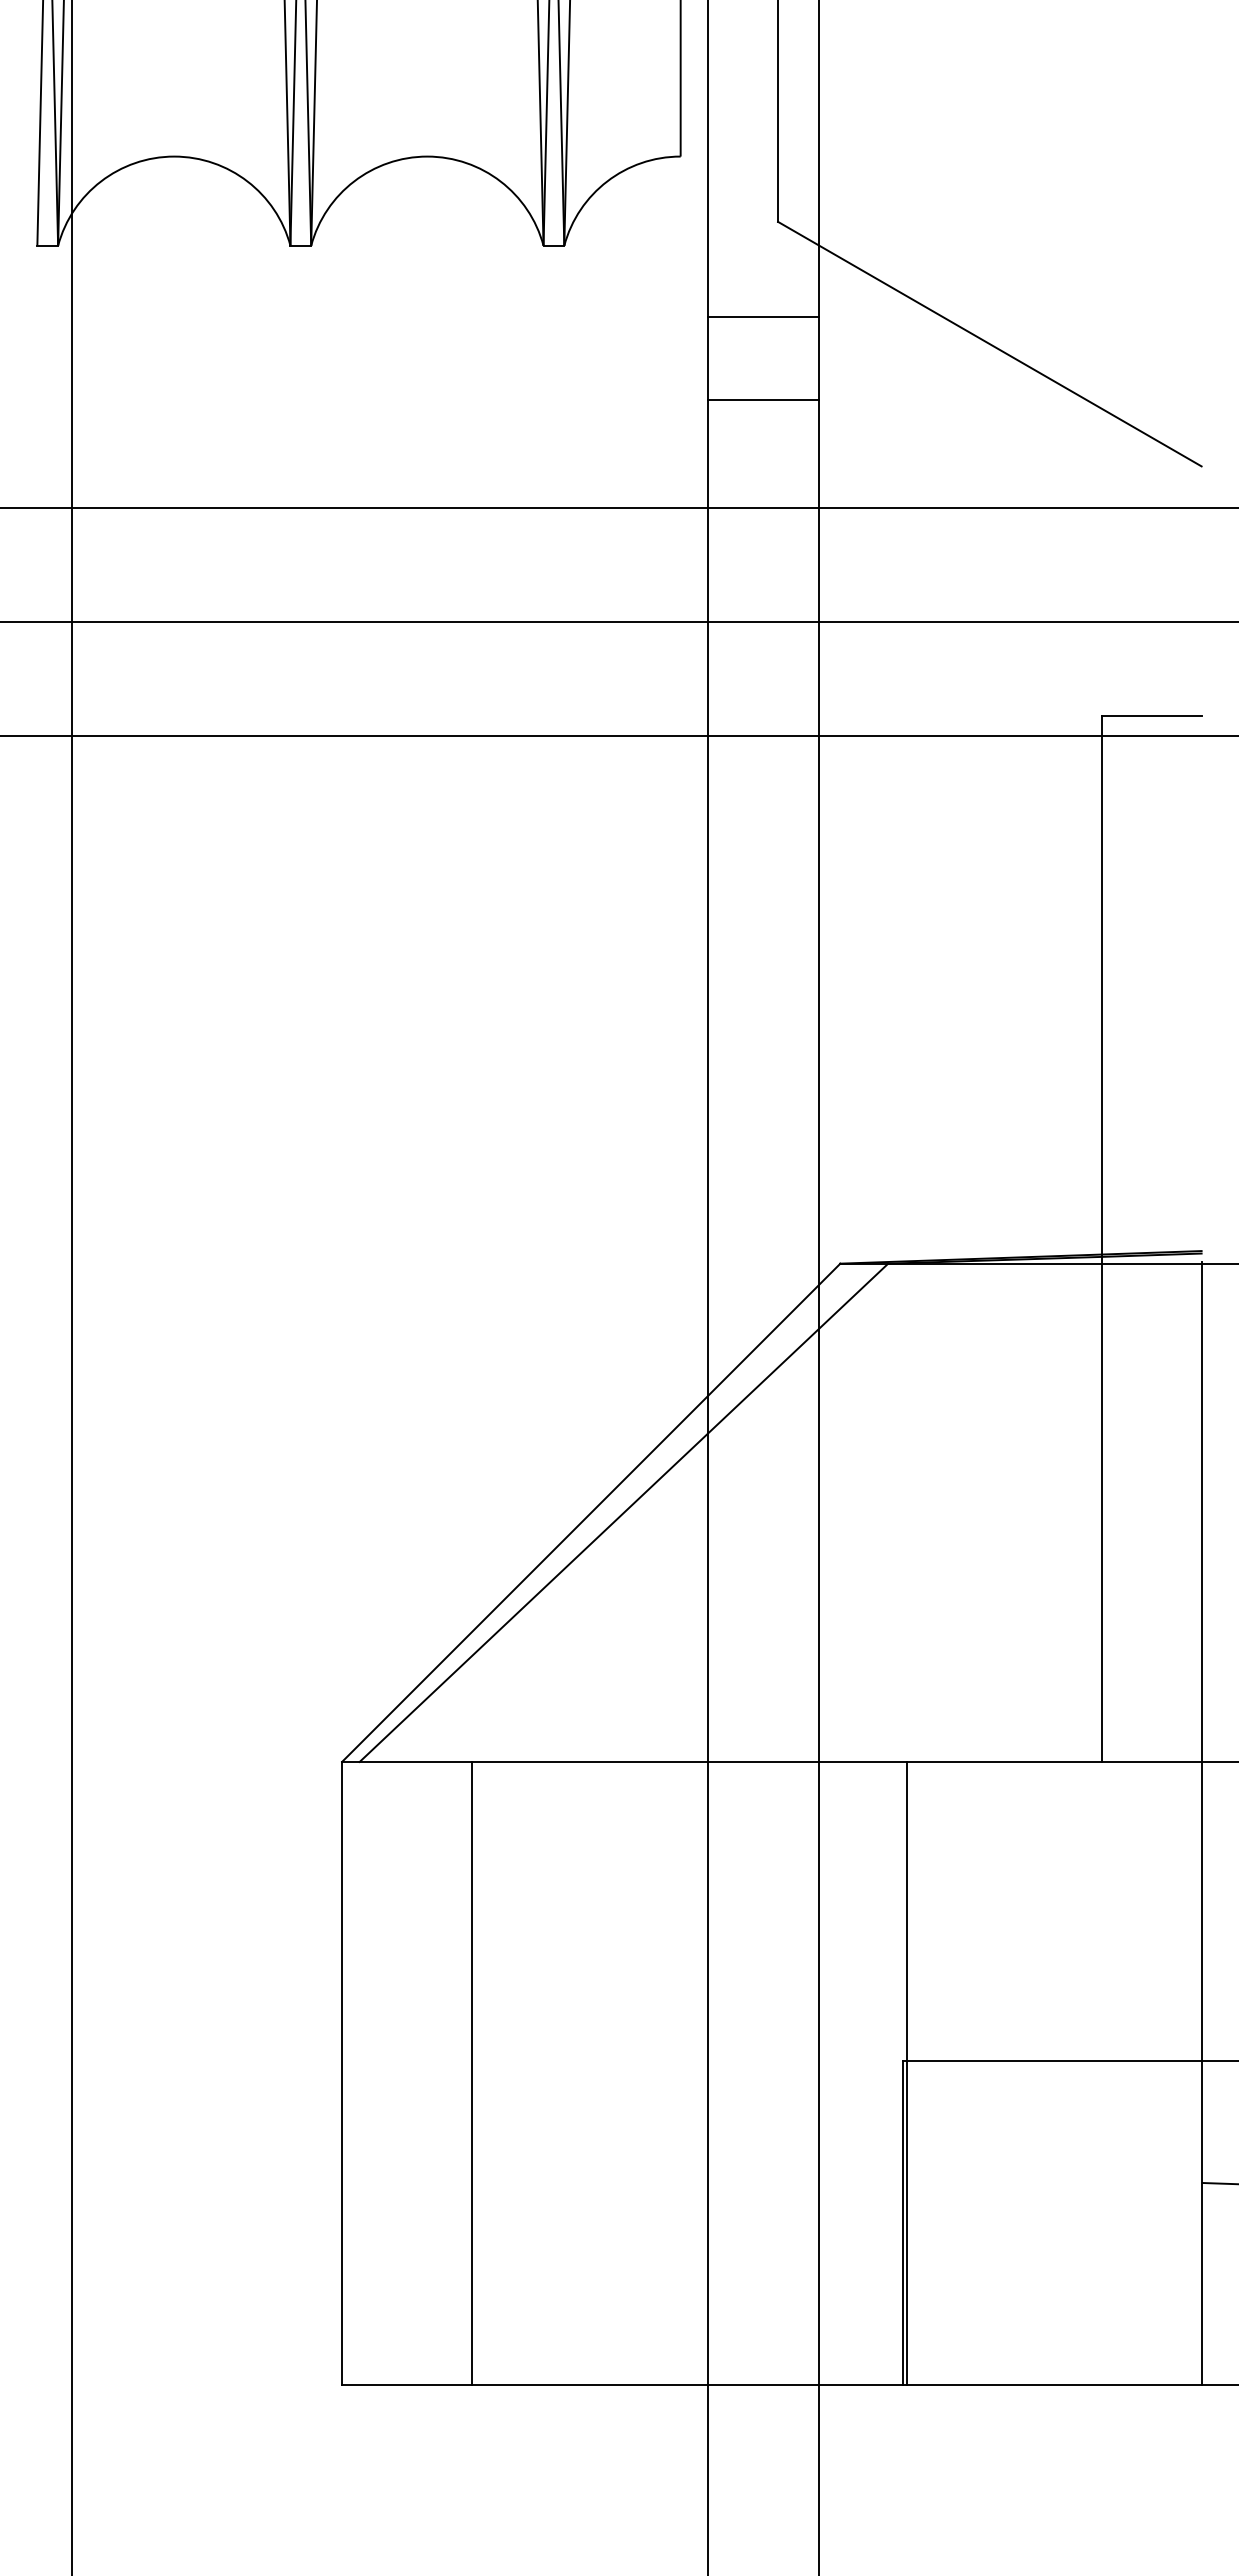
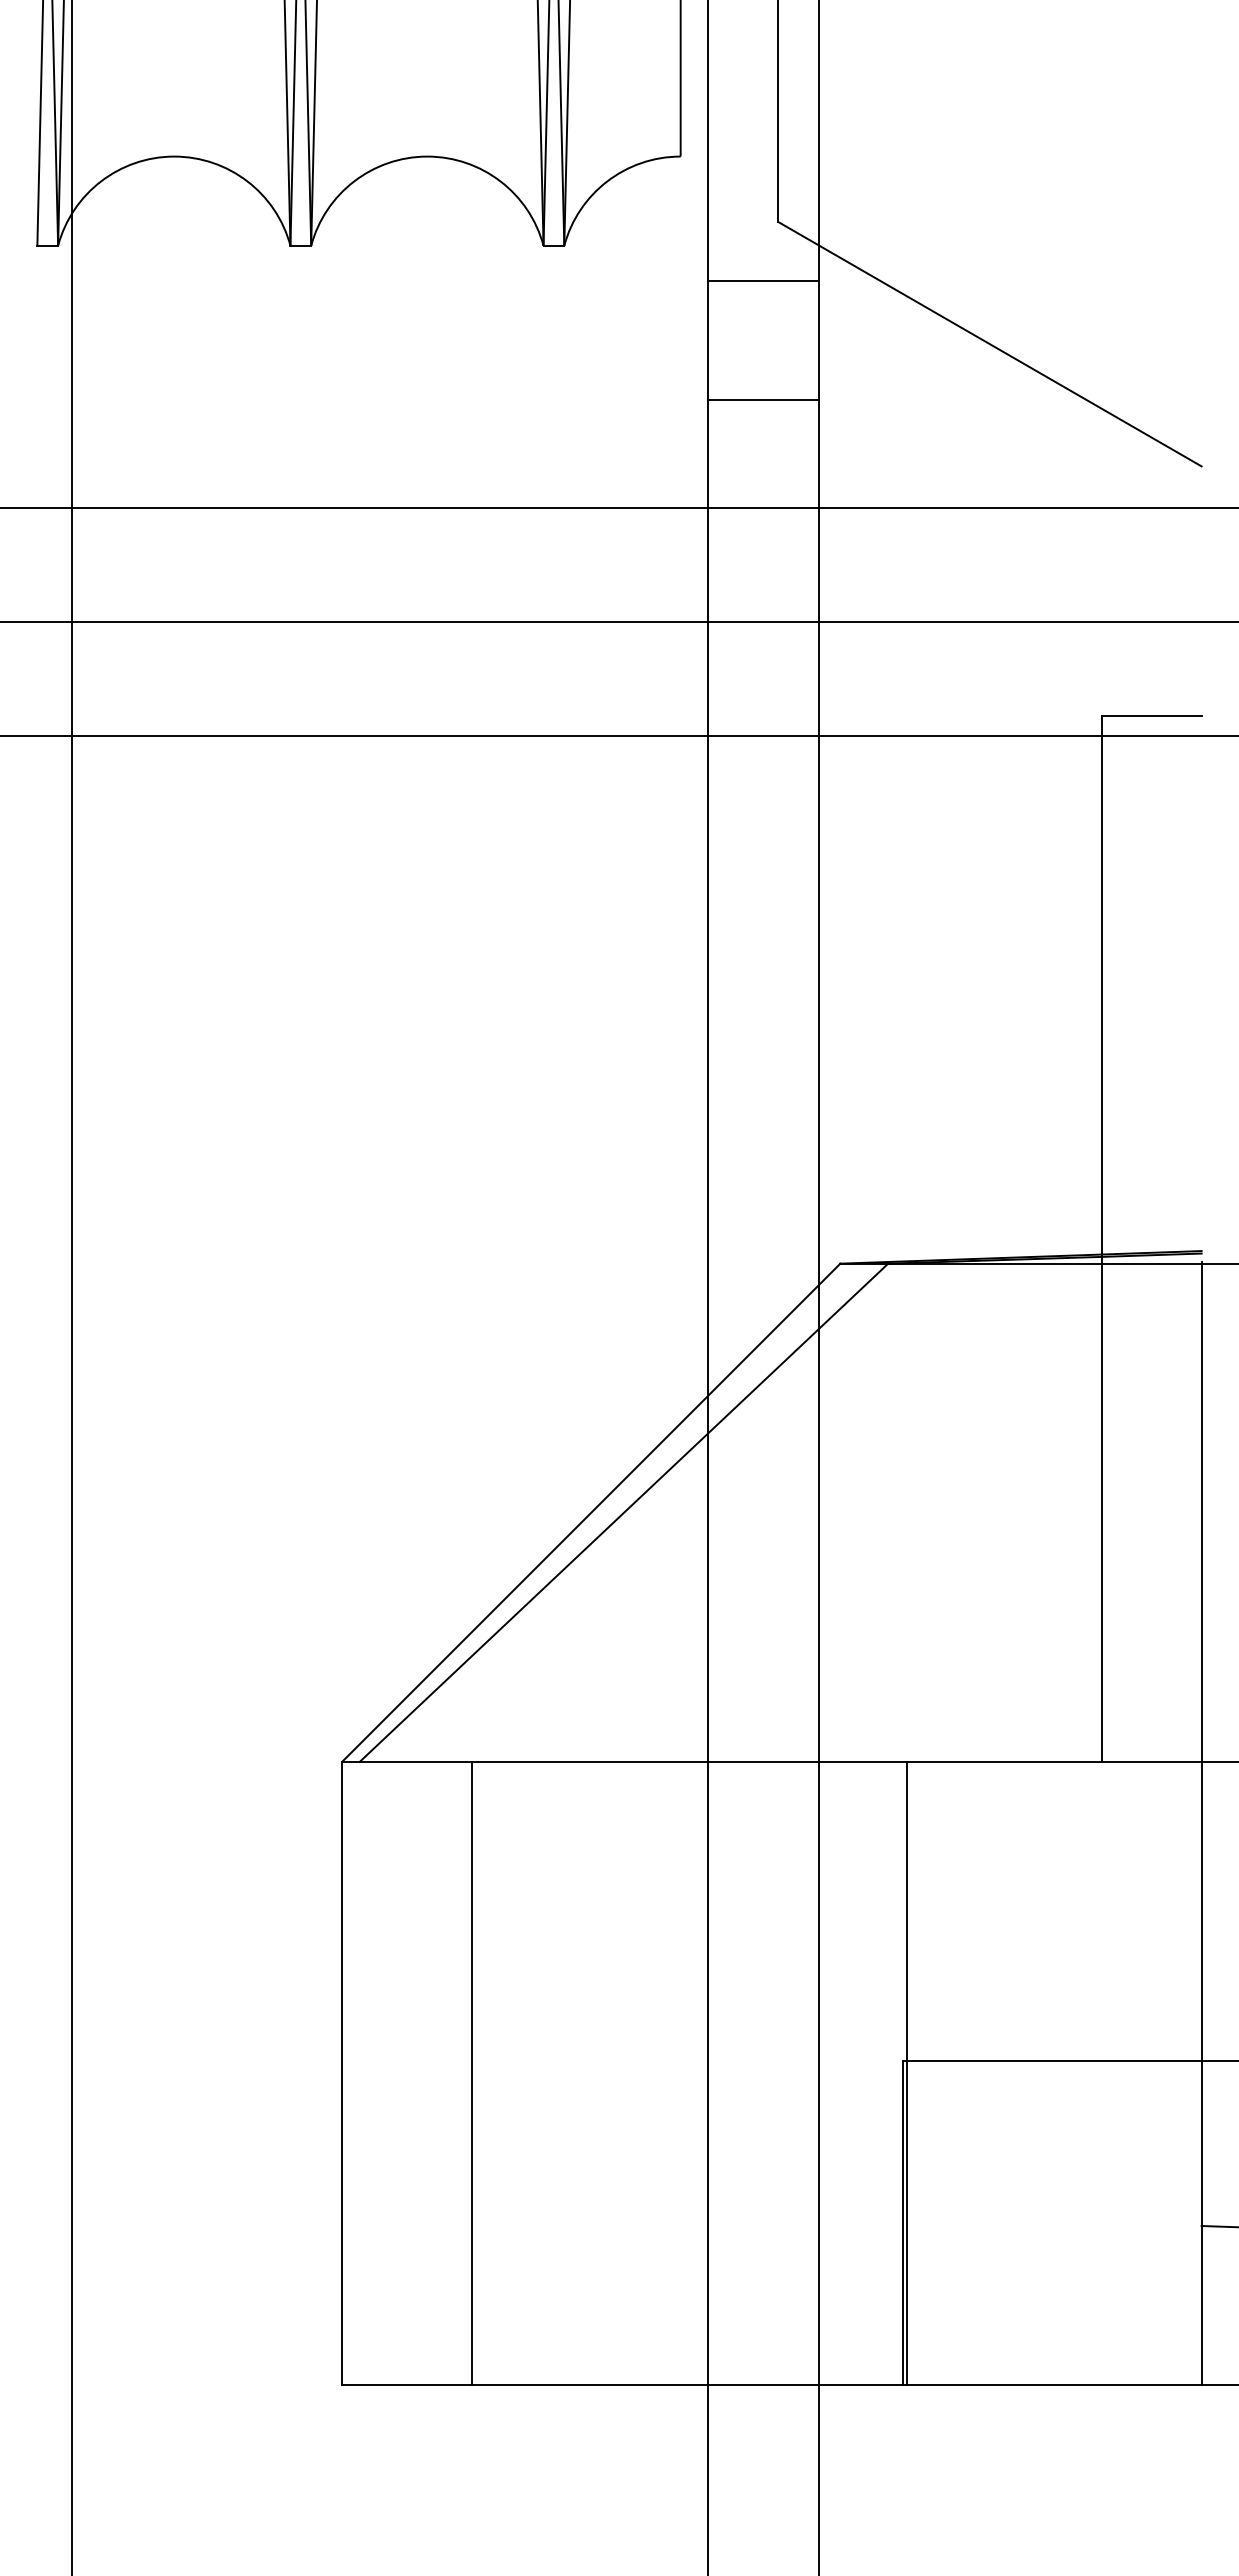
line at (762, 317) position: (762, 317) -> (762, 281)
line at (1218, 2183) position: (1218, 2183) -> (1218, 2226)
